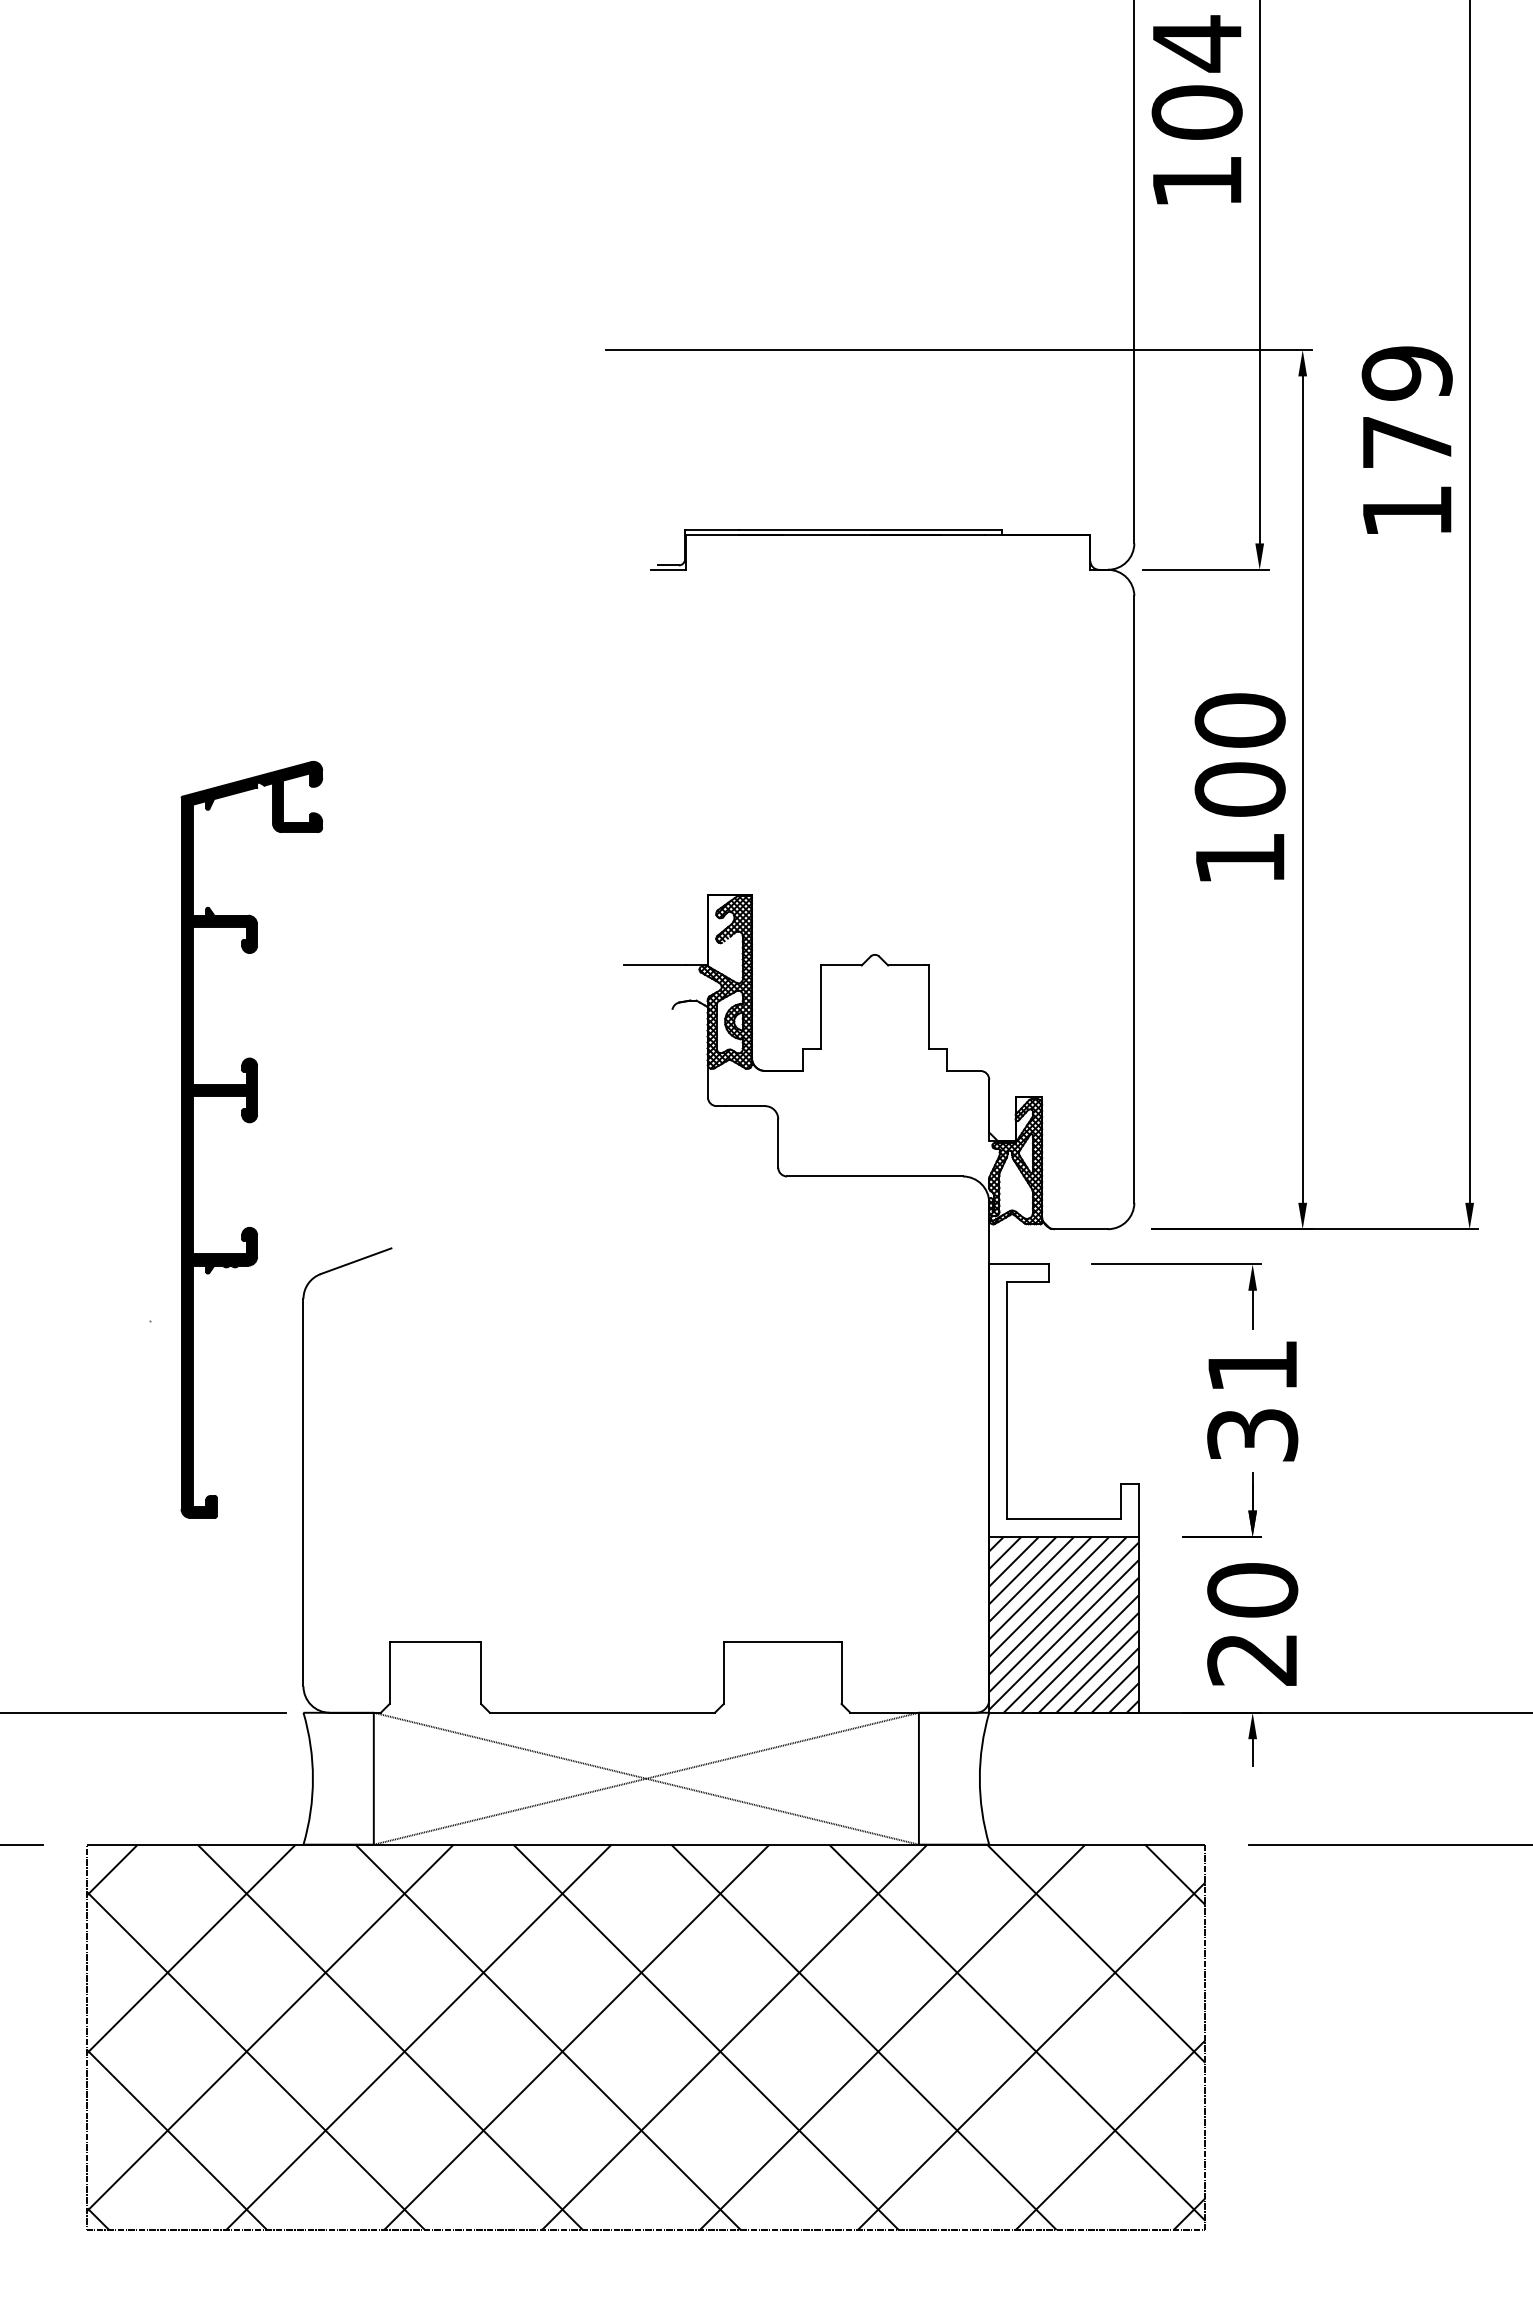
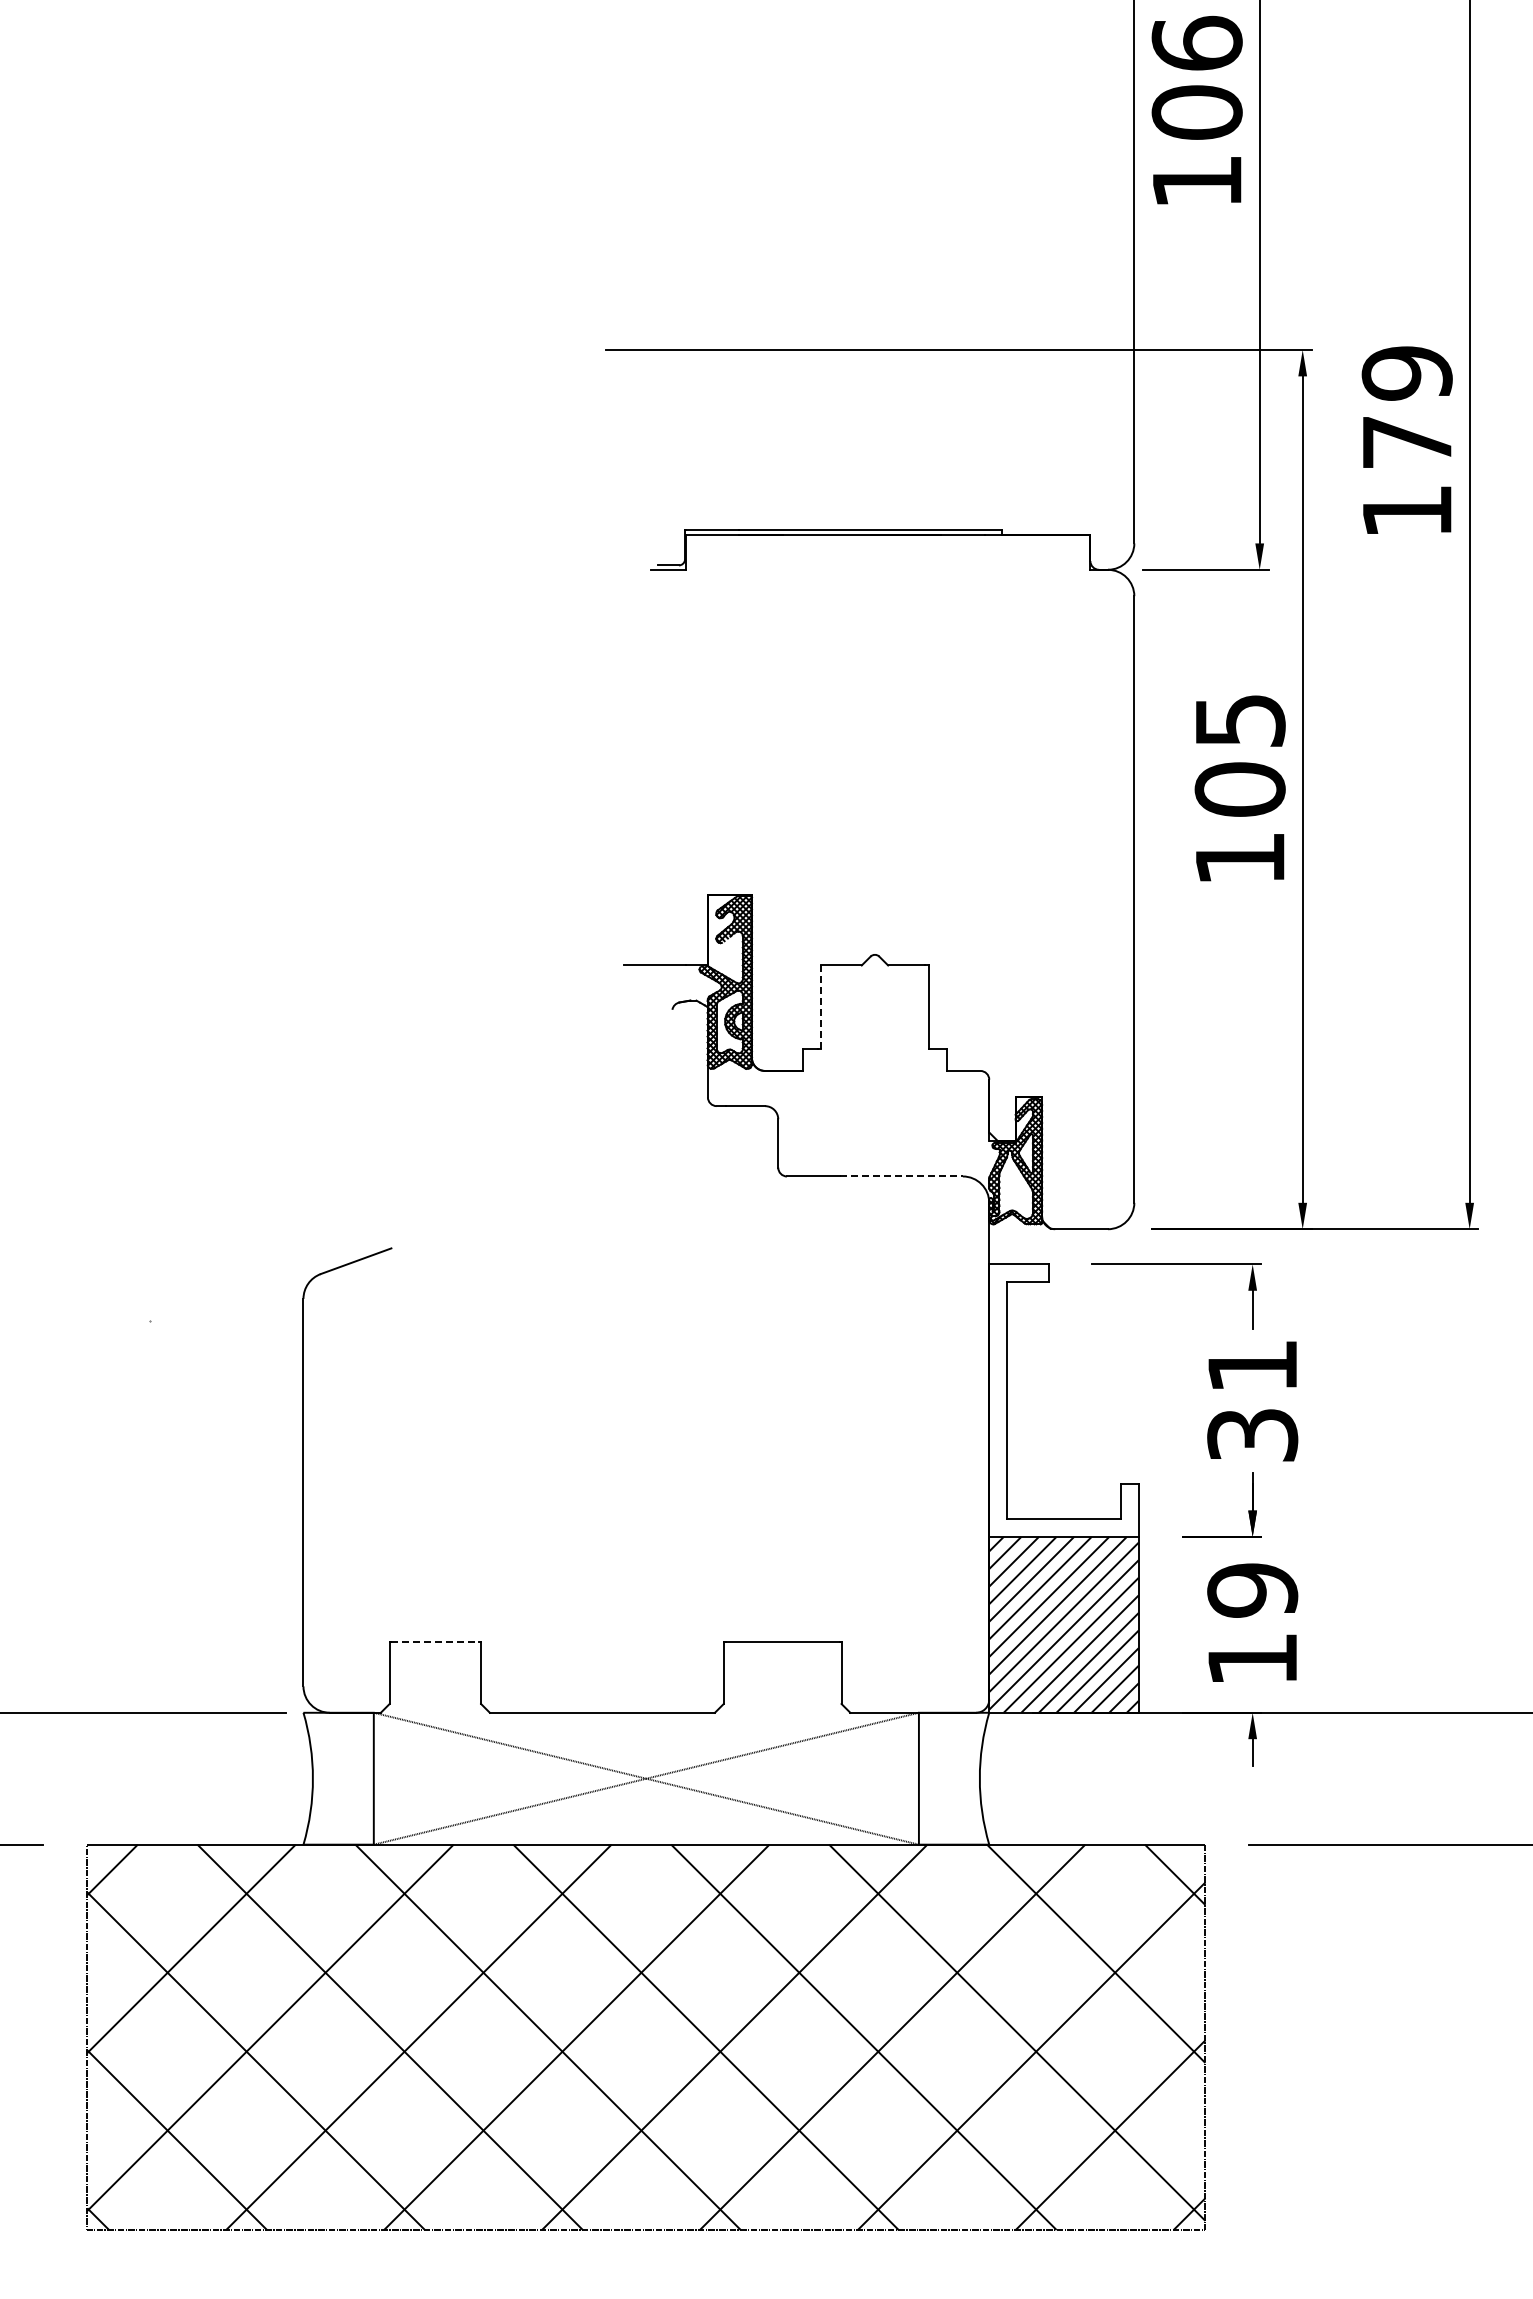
text at (1196, 43): 104 -> 106
text at (1239, 720): 100 -> 105
line at (820, 1007): solid -> dashed
part at (250, 1123): present -> none
line at (901, 1176): solid -> dashed
text at (1252, 1624): 20 -> 19
line at (435, 1642): solid -> dashed
